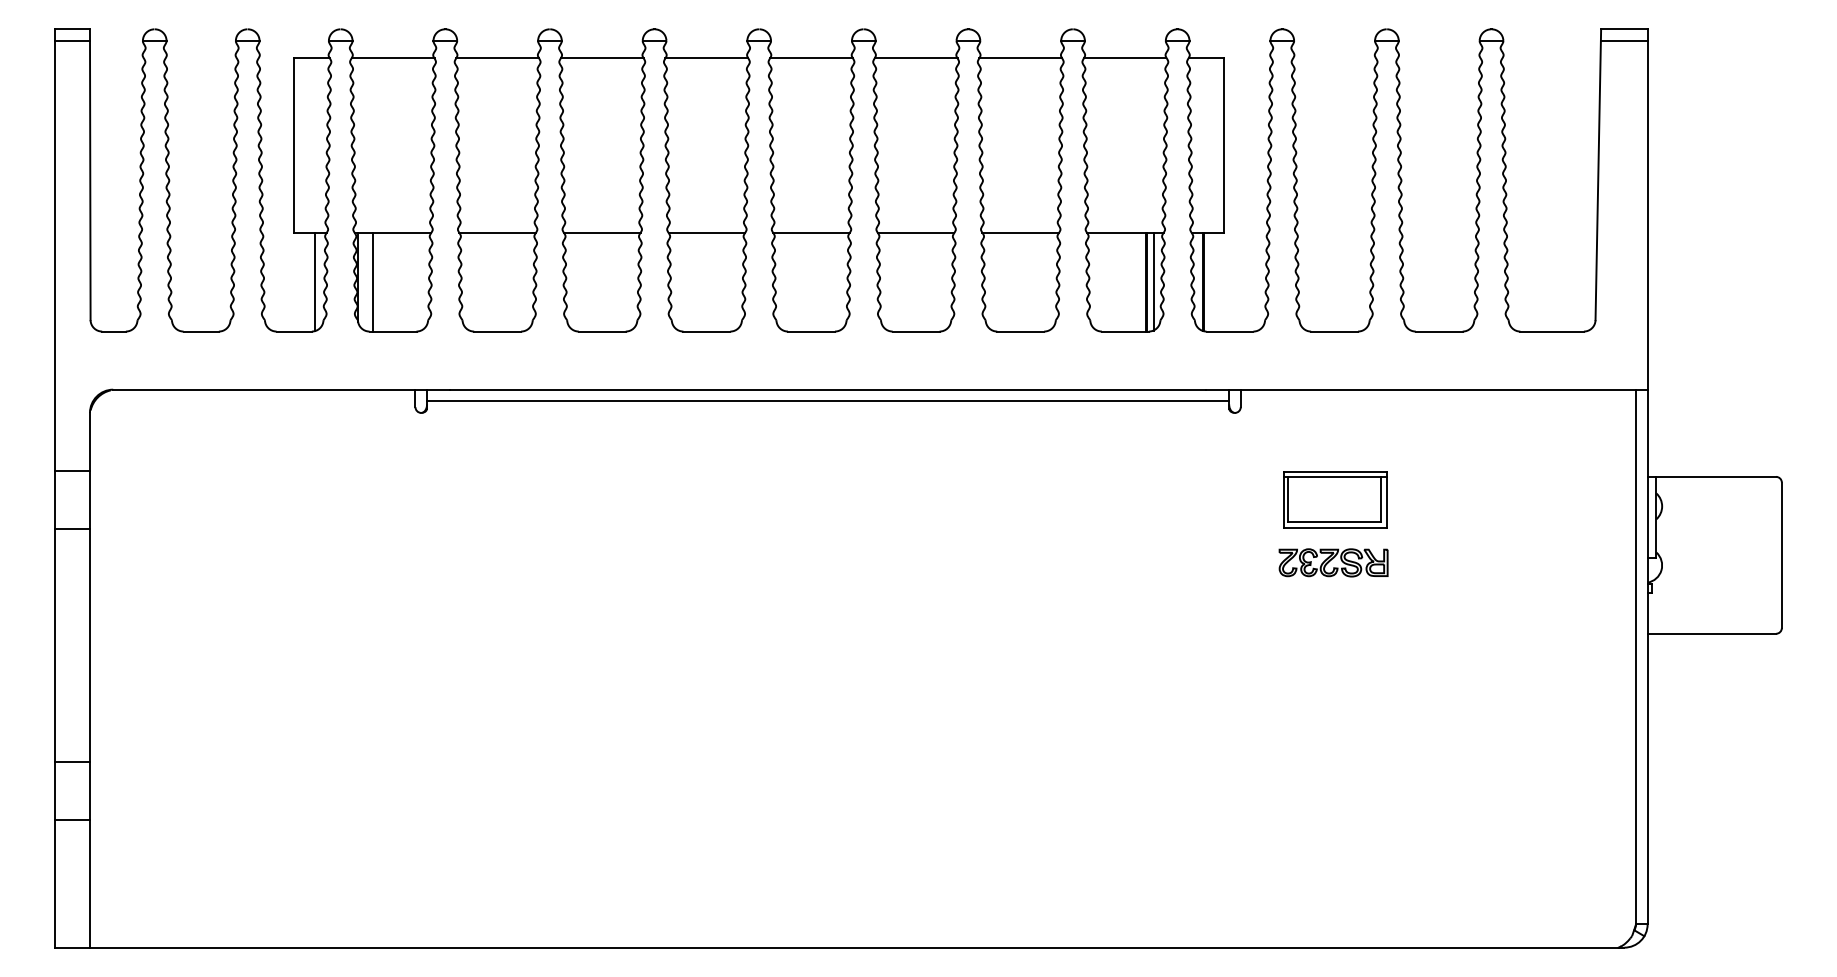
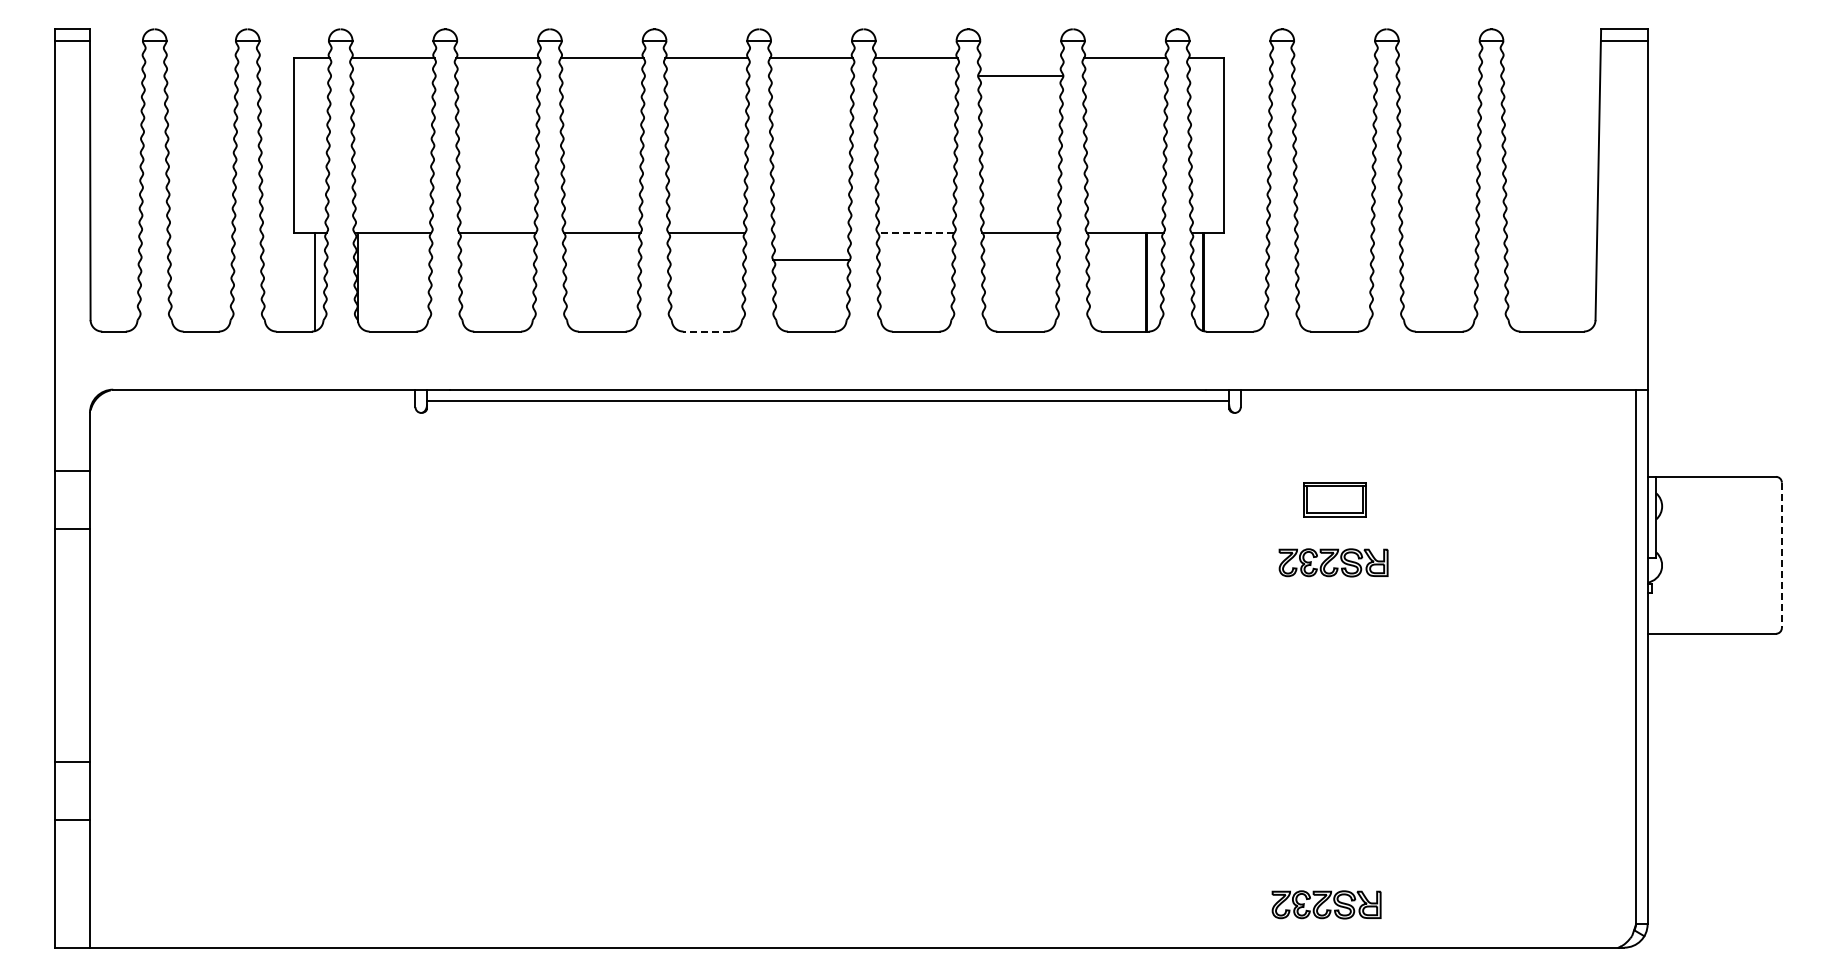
line at (1020, 58) position: (1020, 58) -> (1020, 76)
line at (811, 232) position: (811, 232) -> (811, 259)
line at (915, 232): solid -> dashed
line at (372, 281): present -> none
line at (1153, 281): present -> none
line at (706, 331): solid -> dashed
part at (1335, 499) size: 105x58 px -> 64x36 px
line at (1781, 555): solid -> dashed
part at (1326, 904): none -> present
